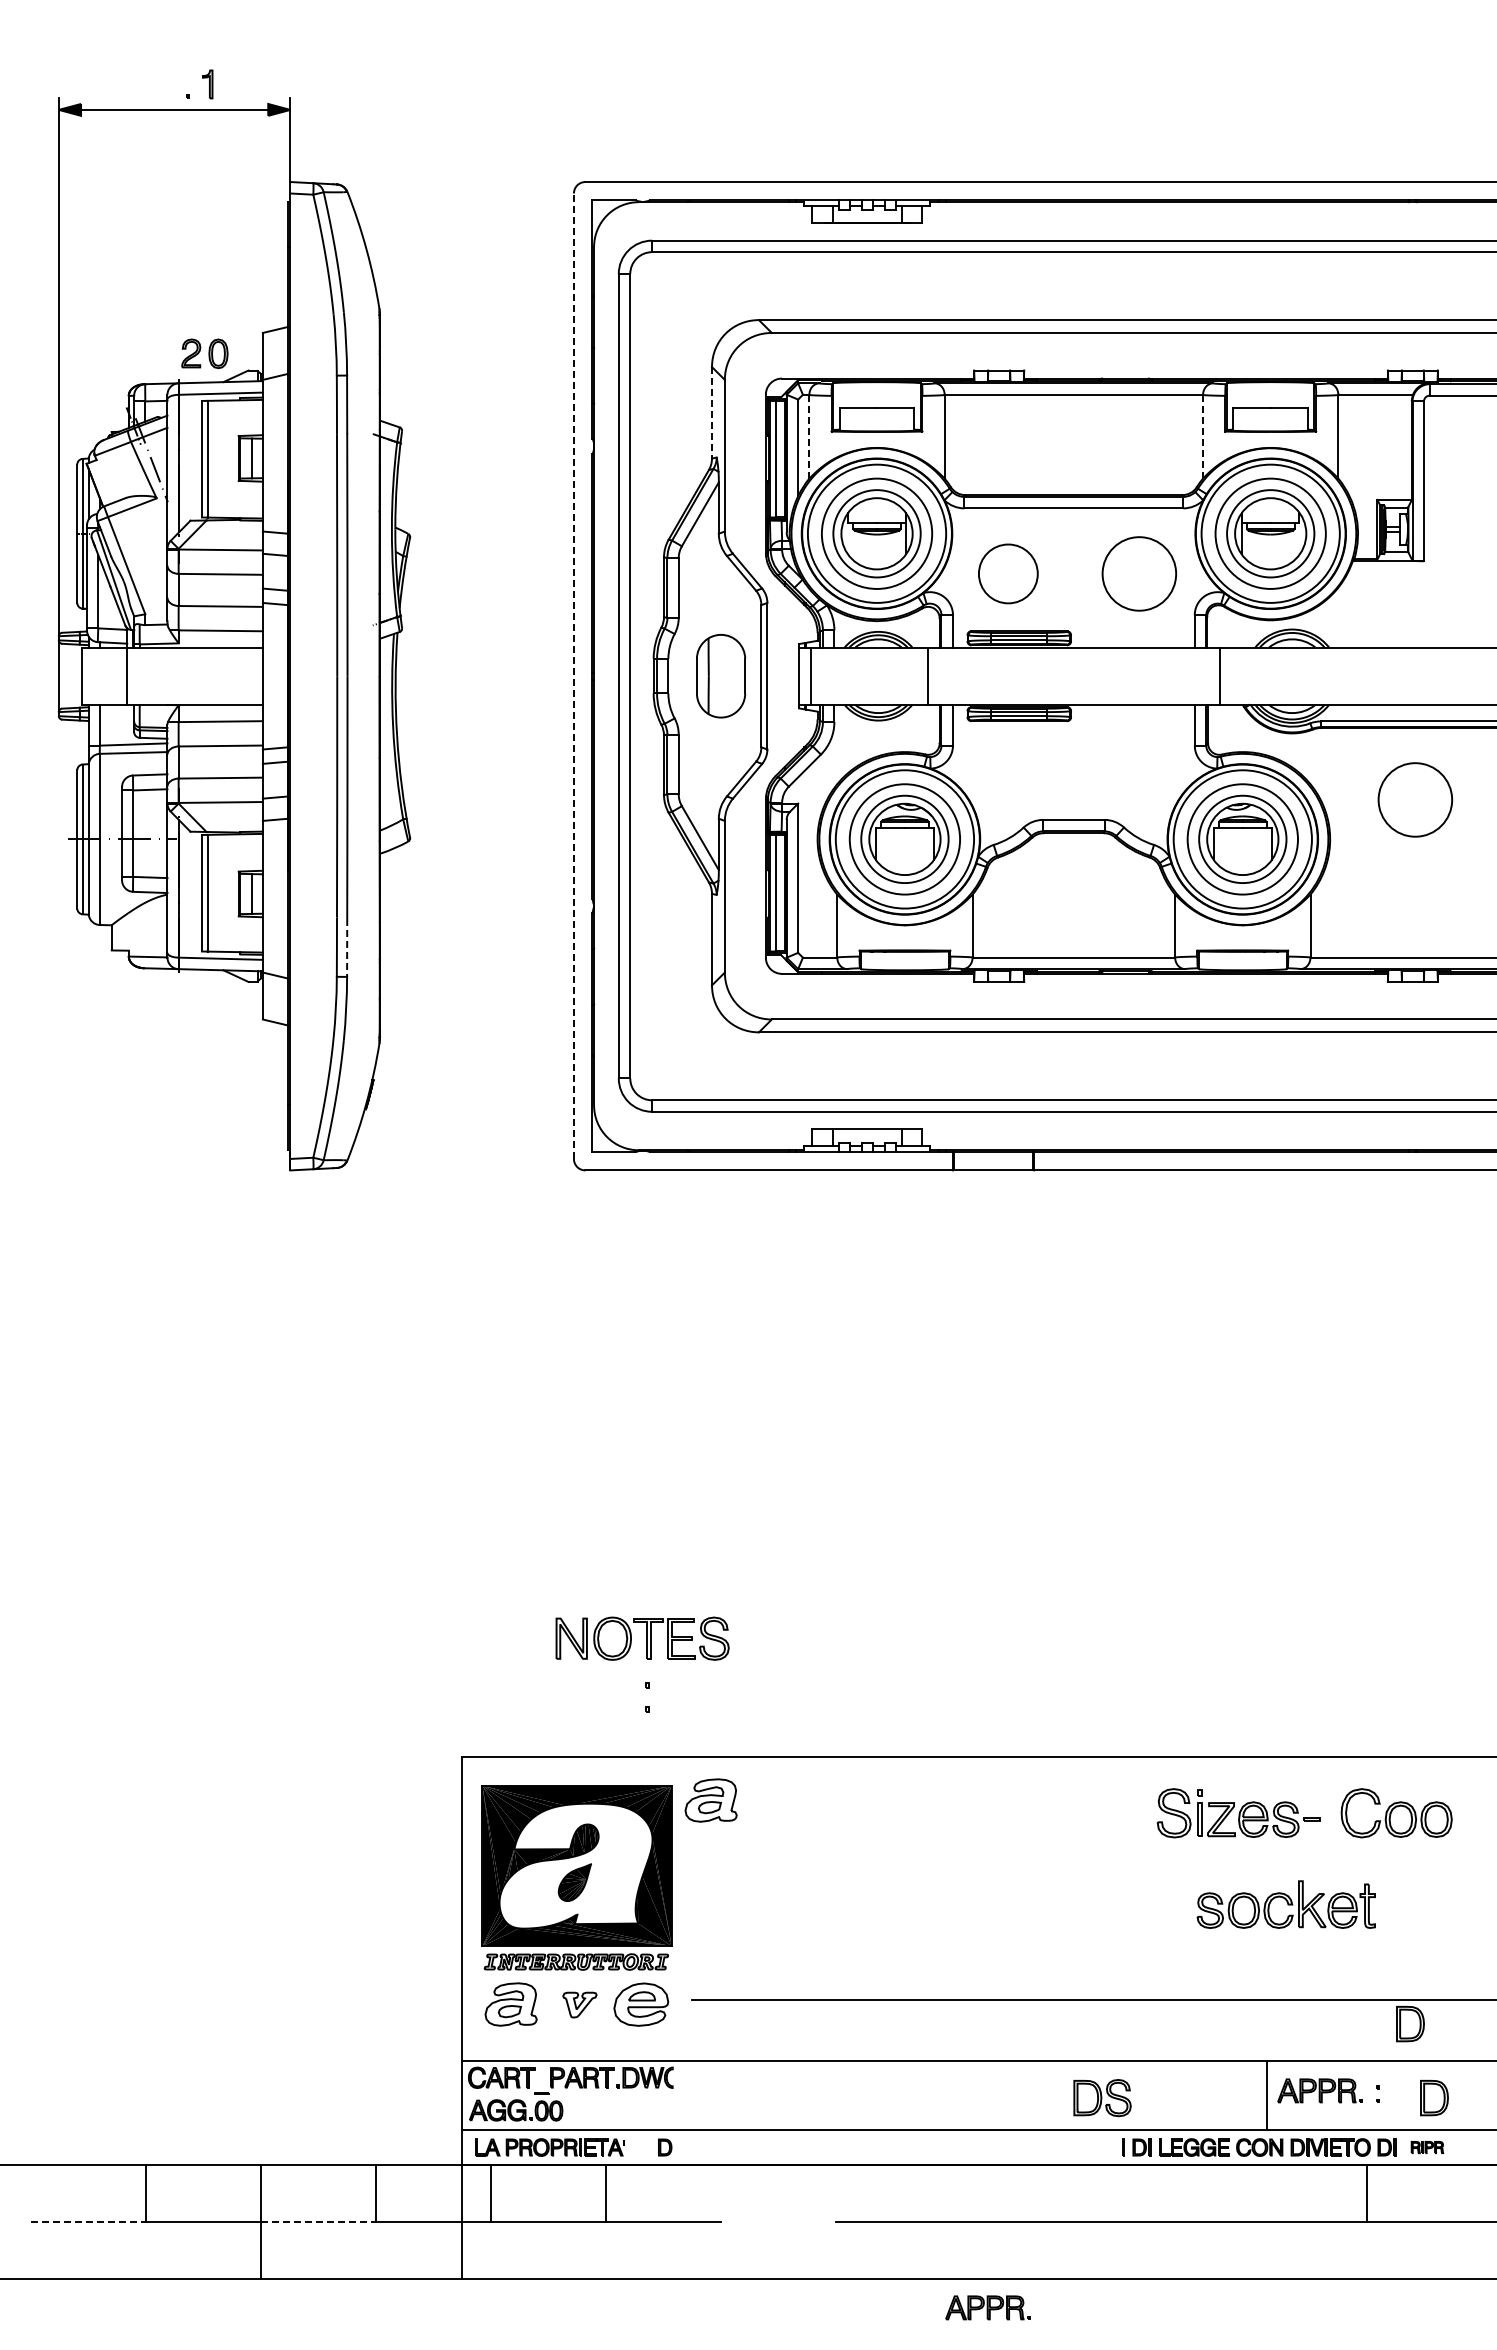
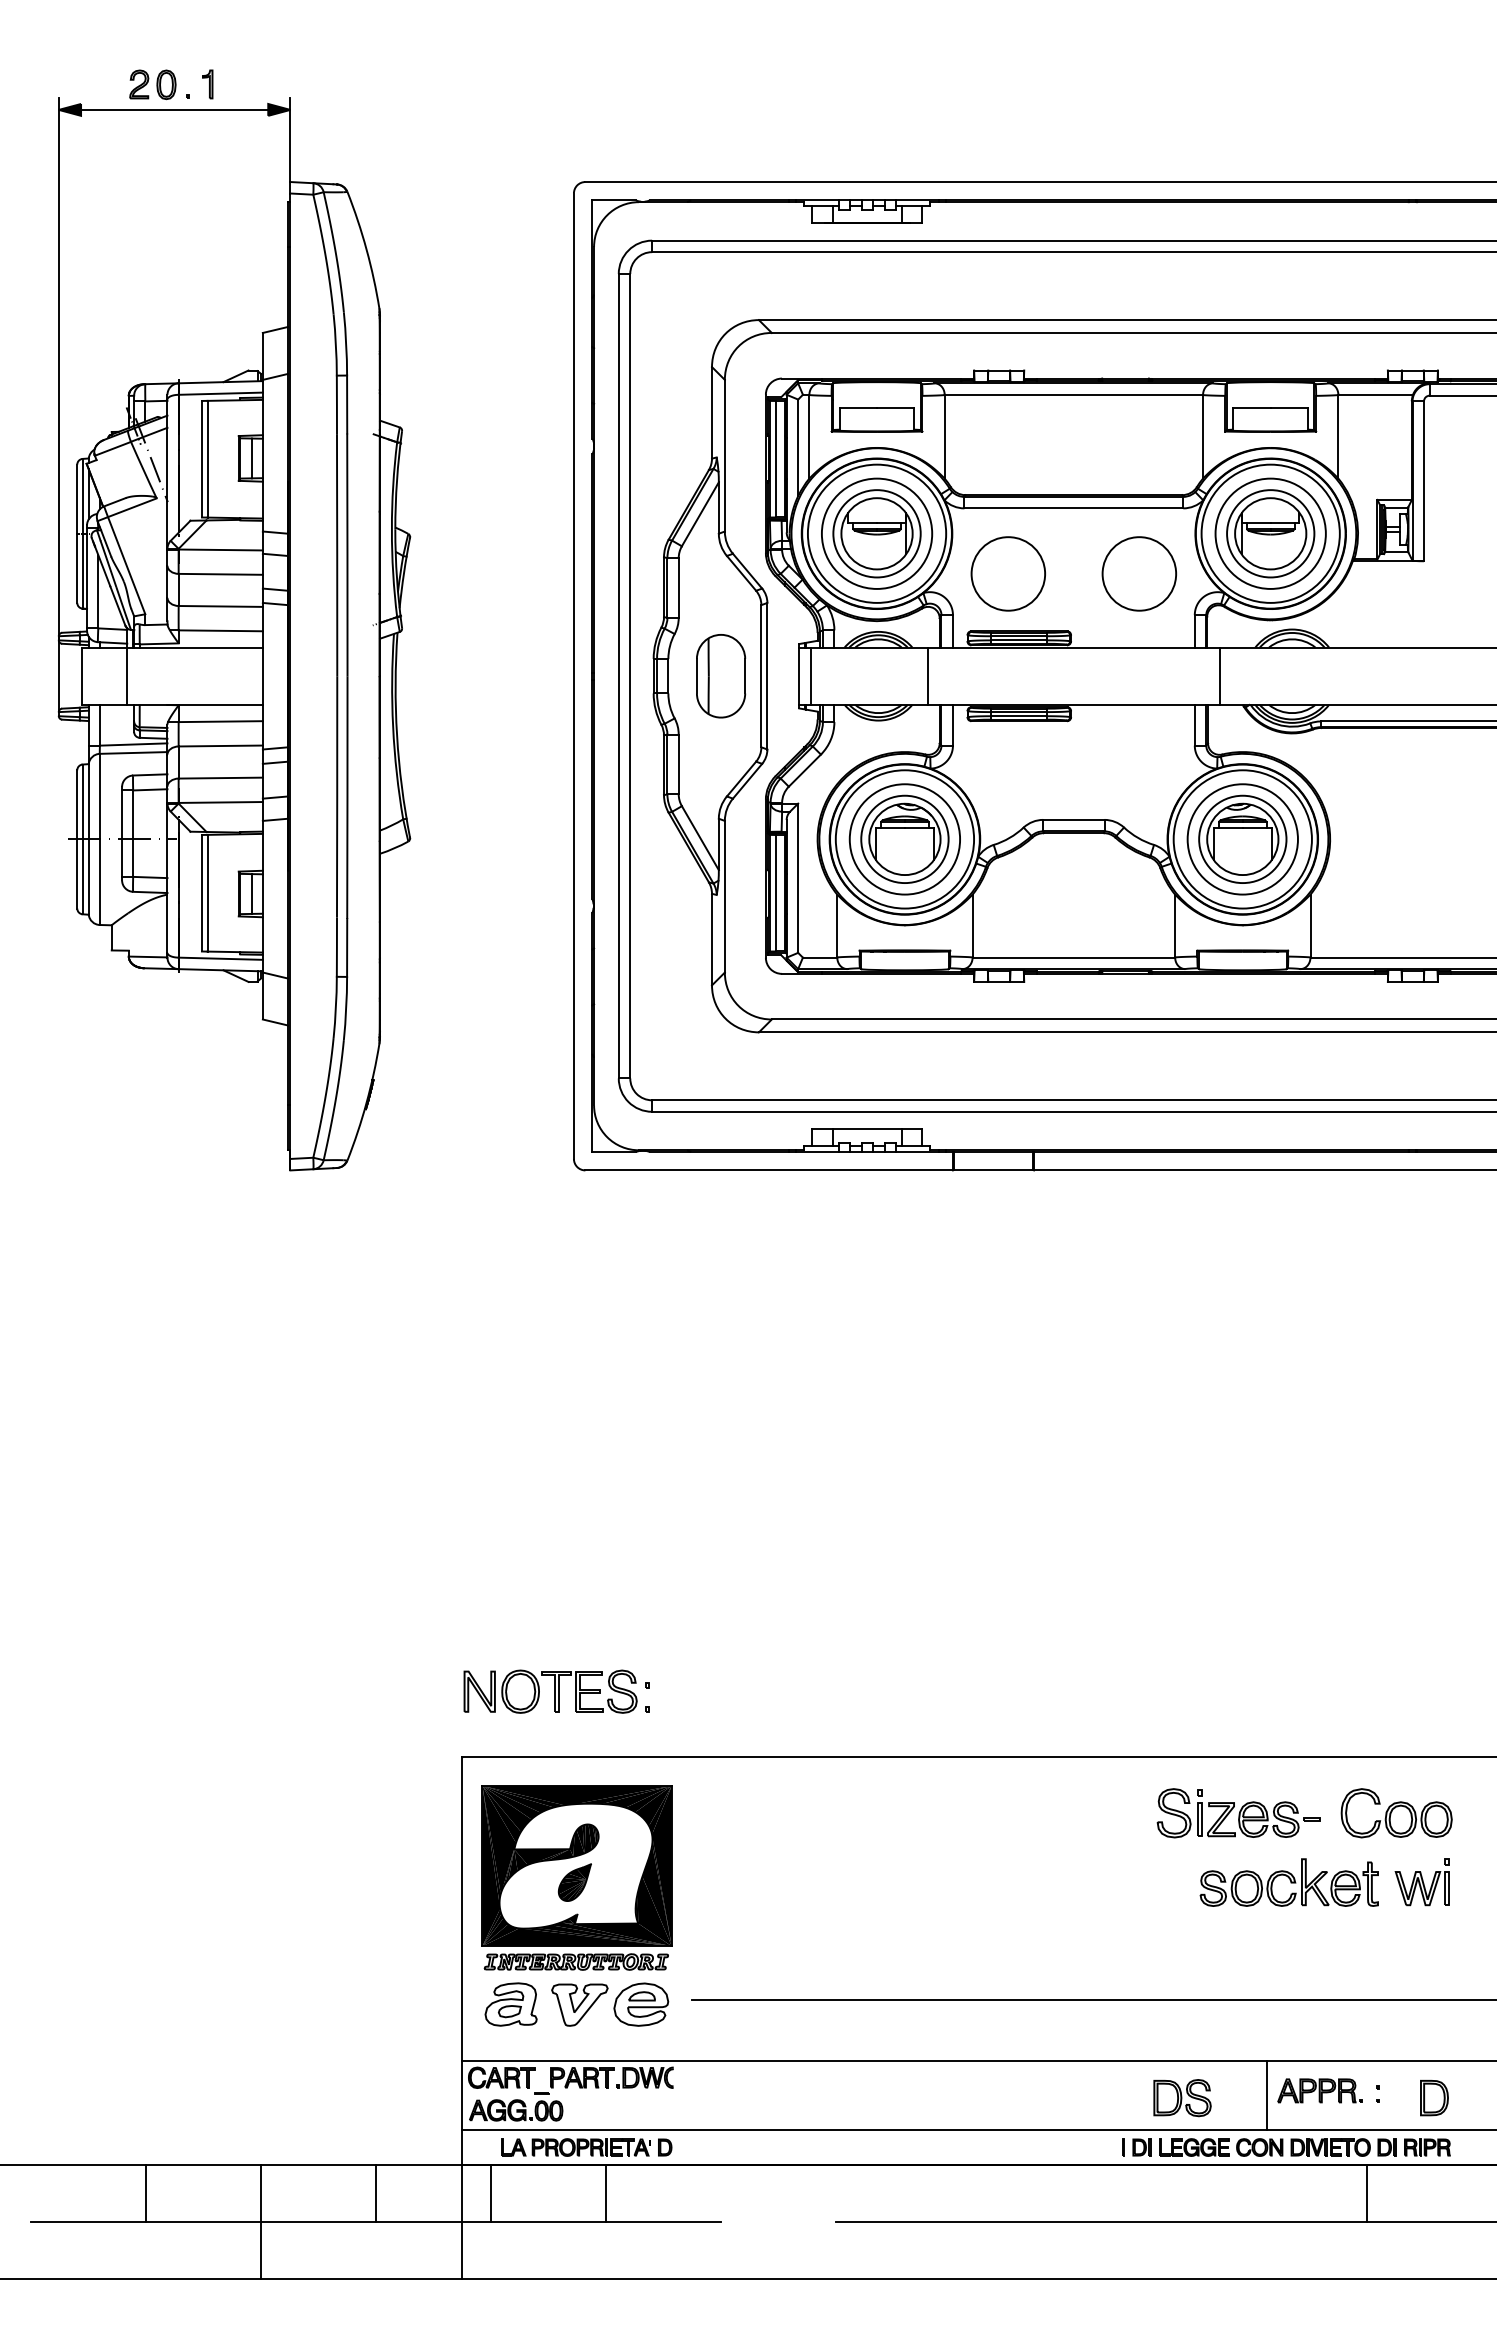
part at (204, 353) position: (204, 353) -> (152, 84)
line at (712, 412): dashed -> solid
line at (809, 436): dashed -> solid
line at (1203, 436): dashed -> solid
circle at (1007, 573) diameter: 59 px -> 74 px
line at (573, 676): dashed -> solid
circle at (1415, 799): present -> none
line at (347, 947): dashed -> solid
part at (642, 1638) position: (642, 1638) -> (550, 1691)
part at (710, 1800): present -> none
part at (1421, 1882): none -> present
part at (1285, 1904) position: (1285, 1904) -> (1288, 1882)
part at (579, 2004) size: 36x28 px -> 58x44 px
part at (1410, 2024): present -> none
part at (1102, 2098) position: (1102, 2098) -> (1182, 2098)
part at (549, 2147) position: (549, 2147) -> (575, 2147)
part at (1427, 2147) size: 35x14 px -> 47x19 px
line at (89, 2222): dashed -> solid
line at (319, 2222): dashed -> solid
part at (987, 2307): present -> none
